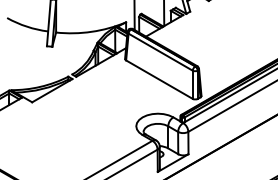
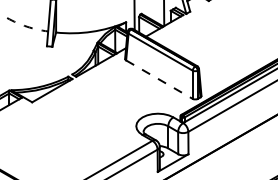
arc at (27, 26): solid -> dashed
line at (159, 79): solid -> dashed
